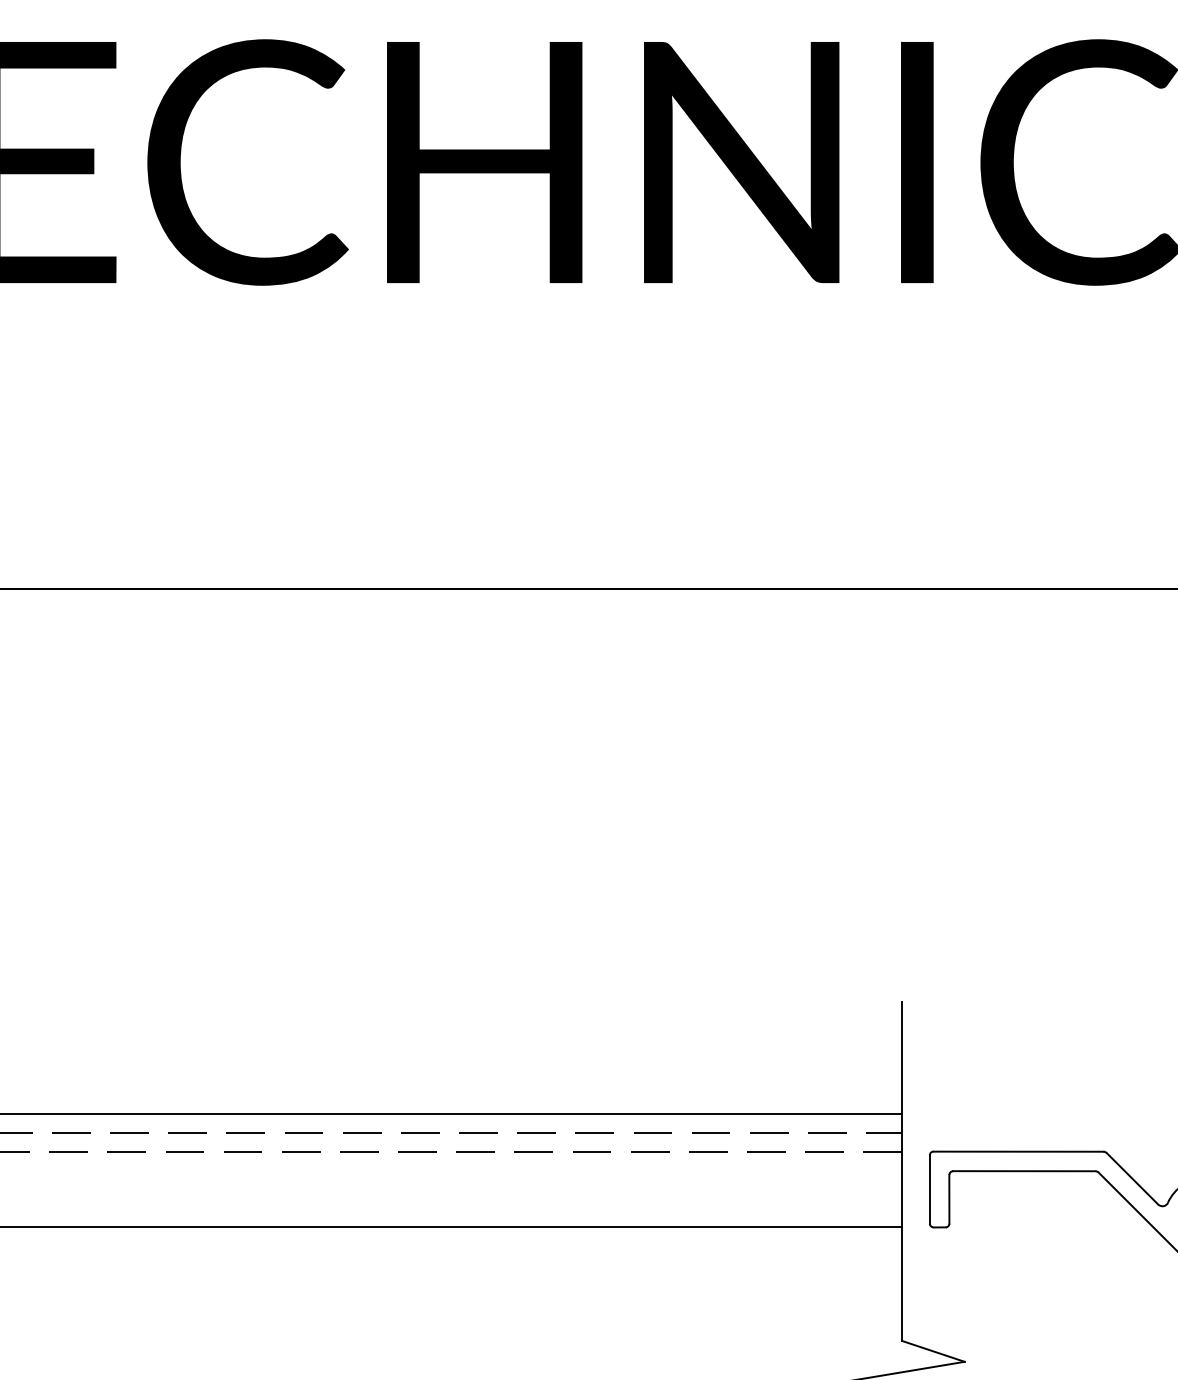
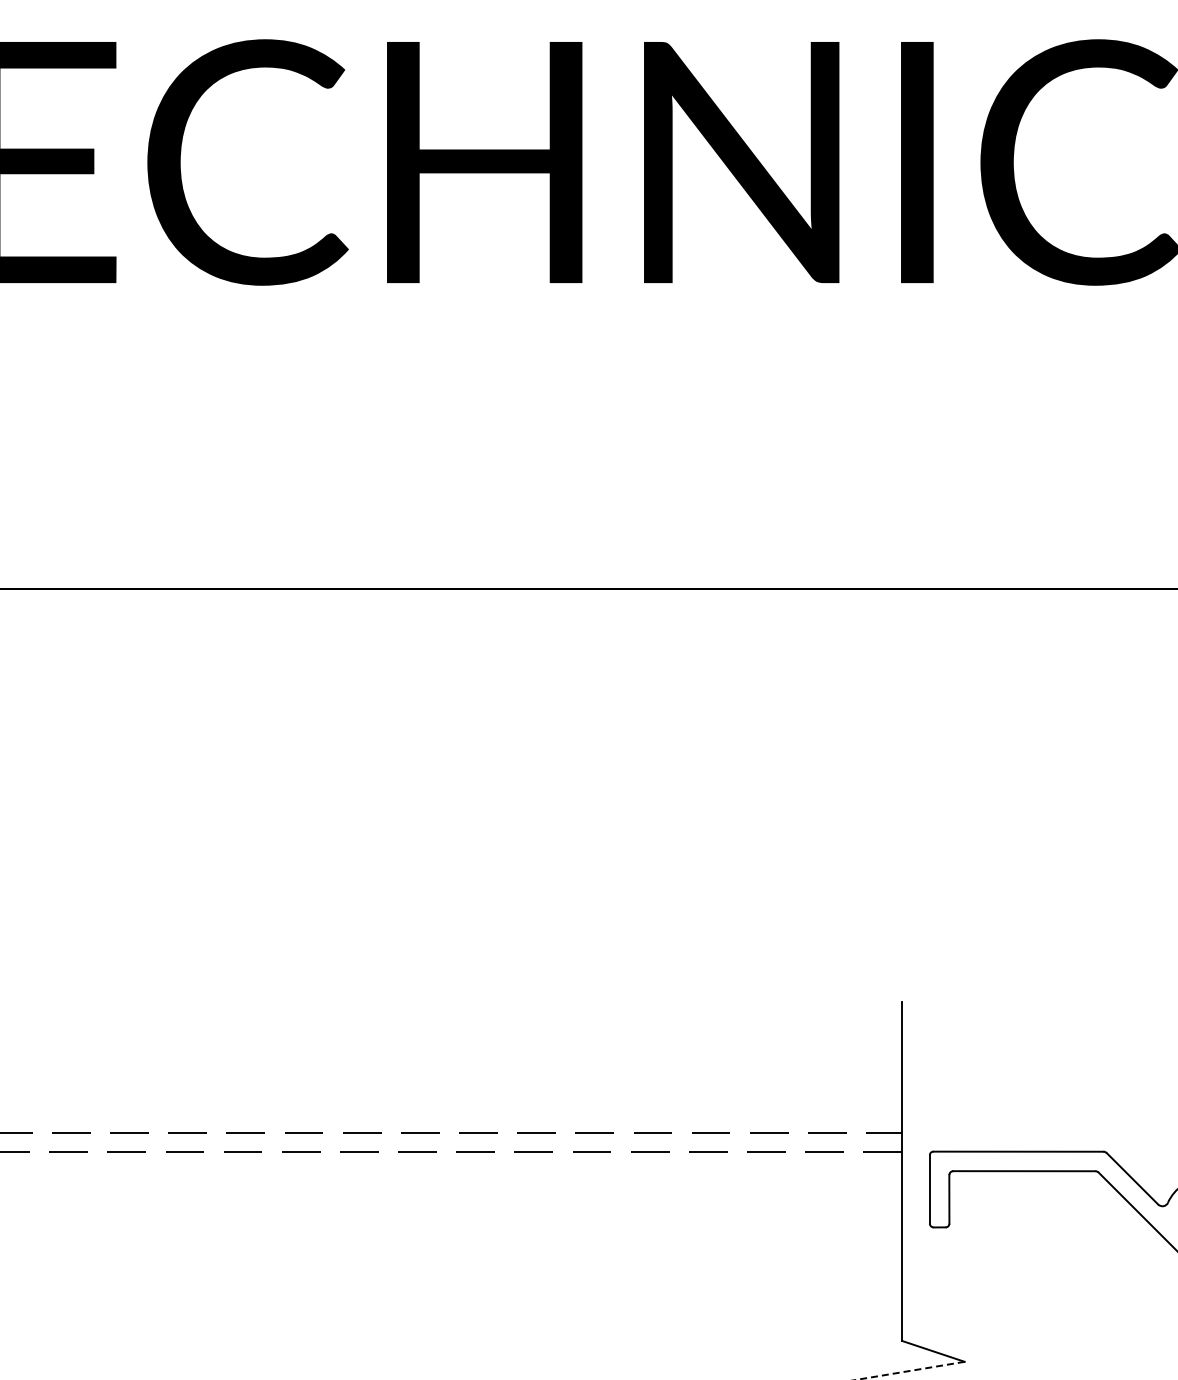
line at (452, 1113): present -> none
line at (452, 1227): present -> none
line at (910, 1370): solid -> dashed
